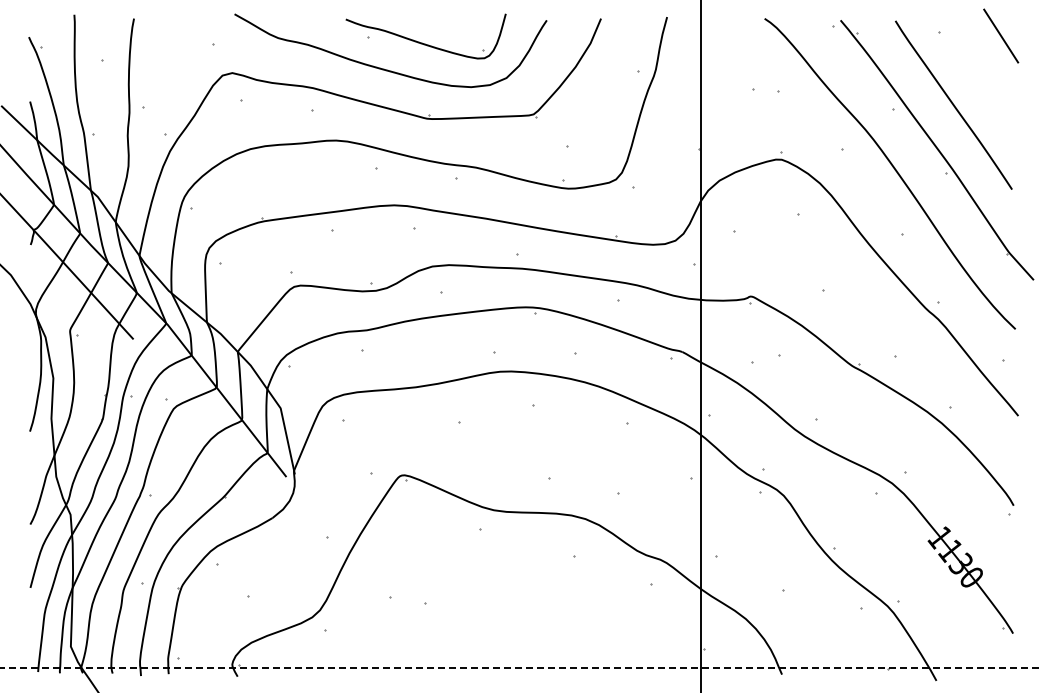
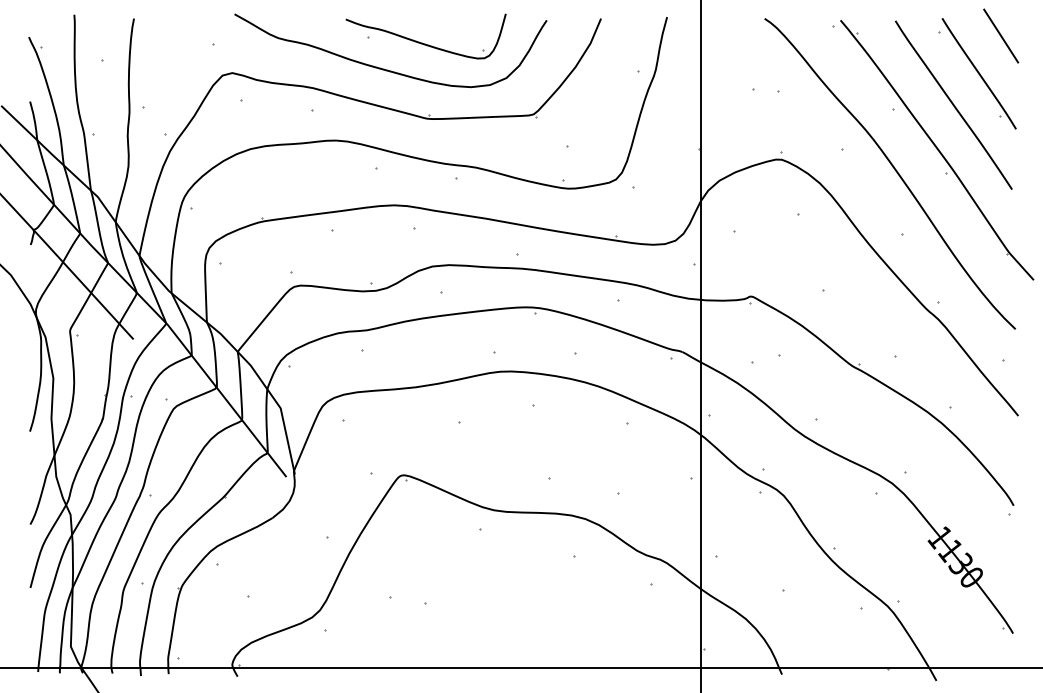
part at (978, 73): none -> present
line at (522, 668): dashed -> solid
